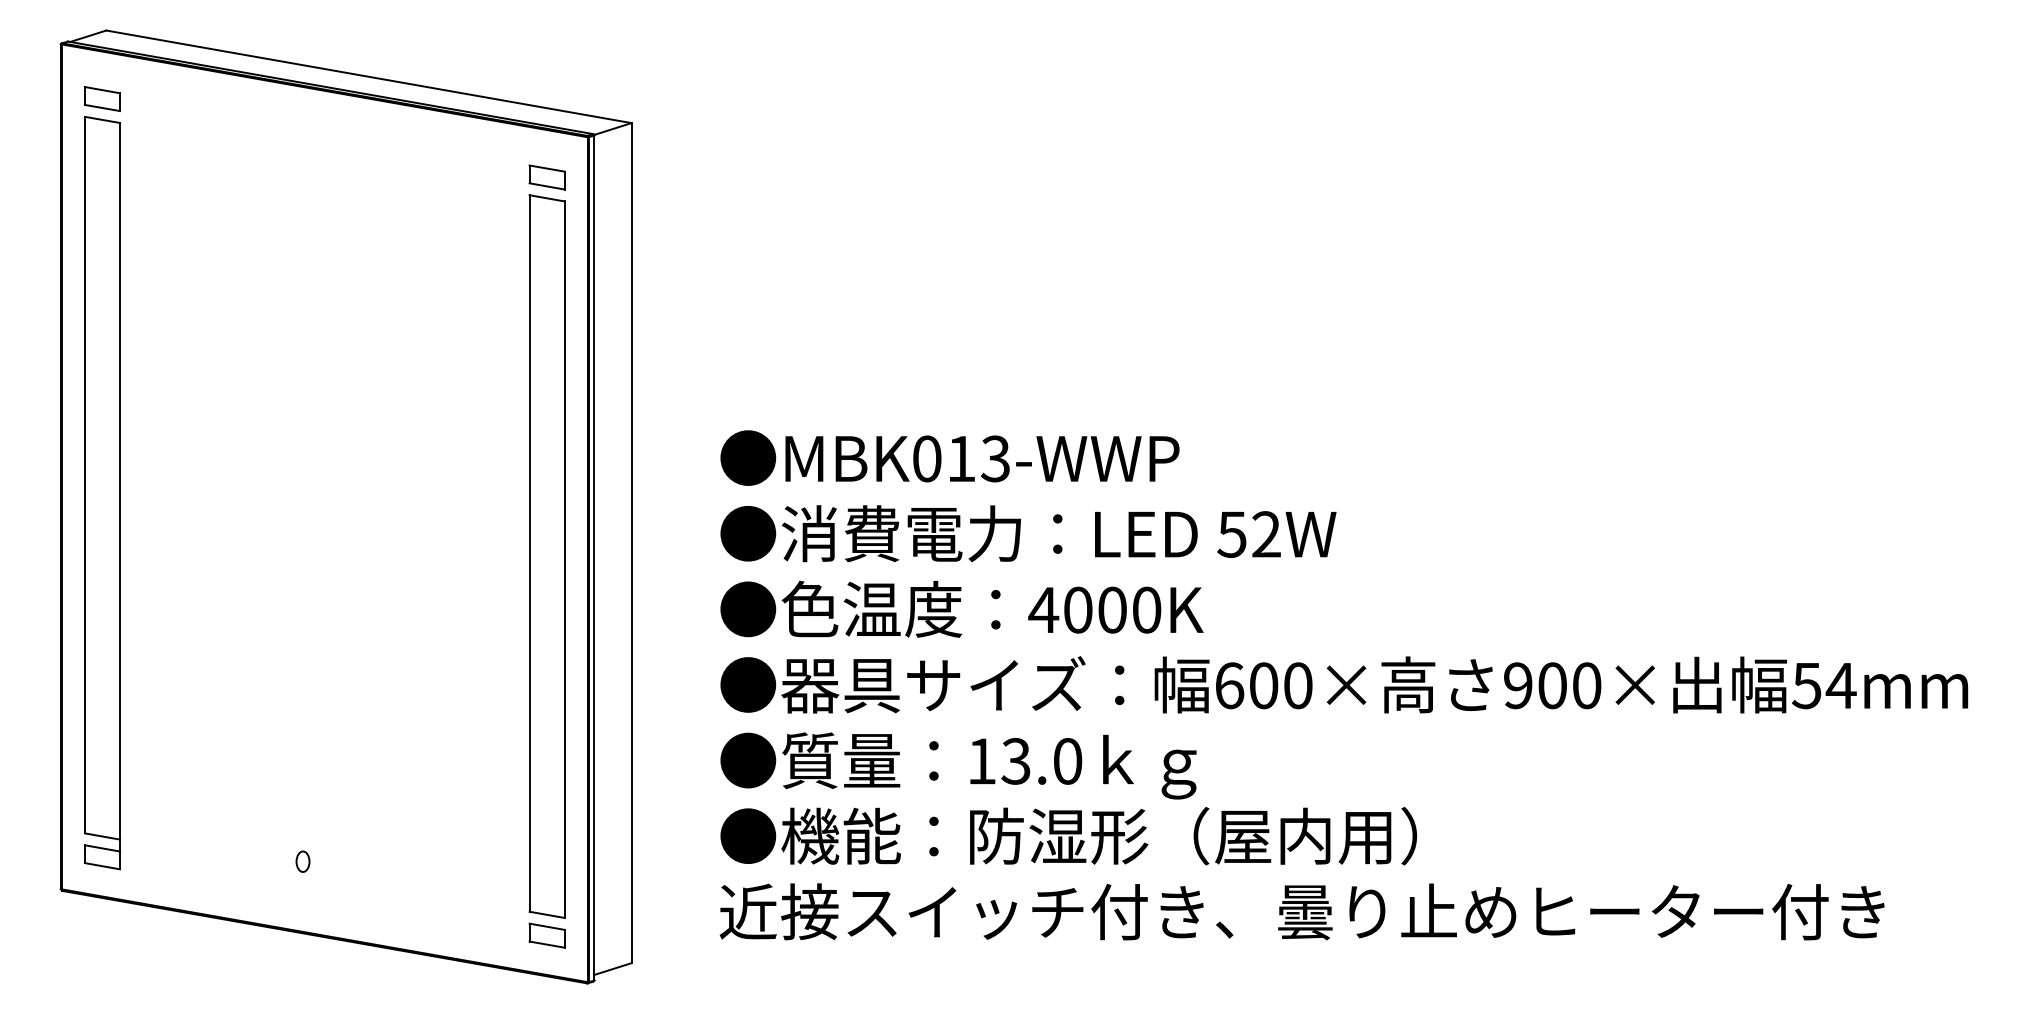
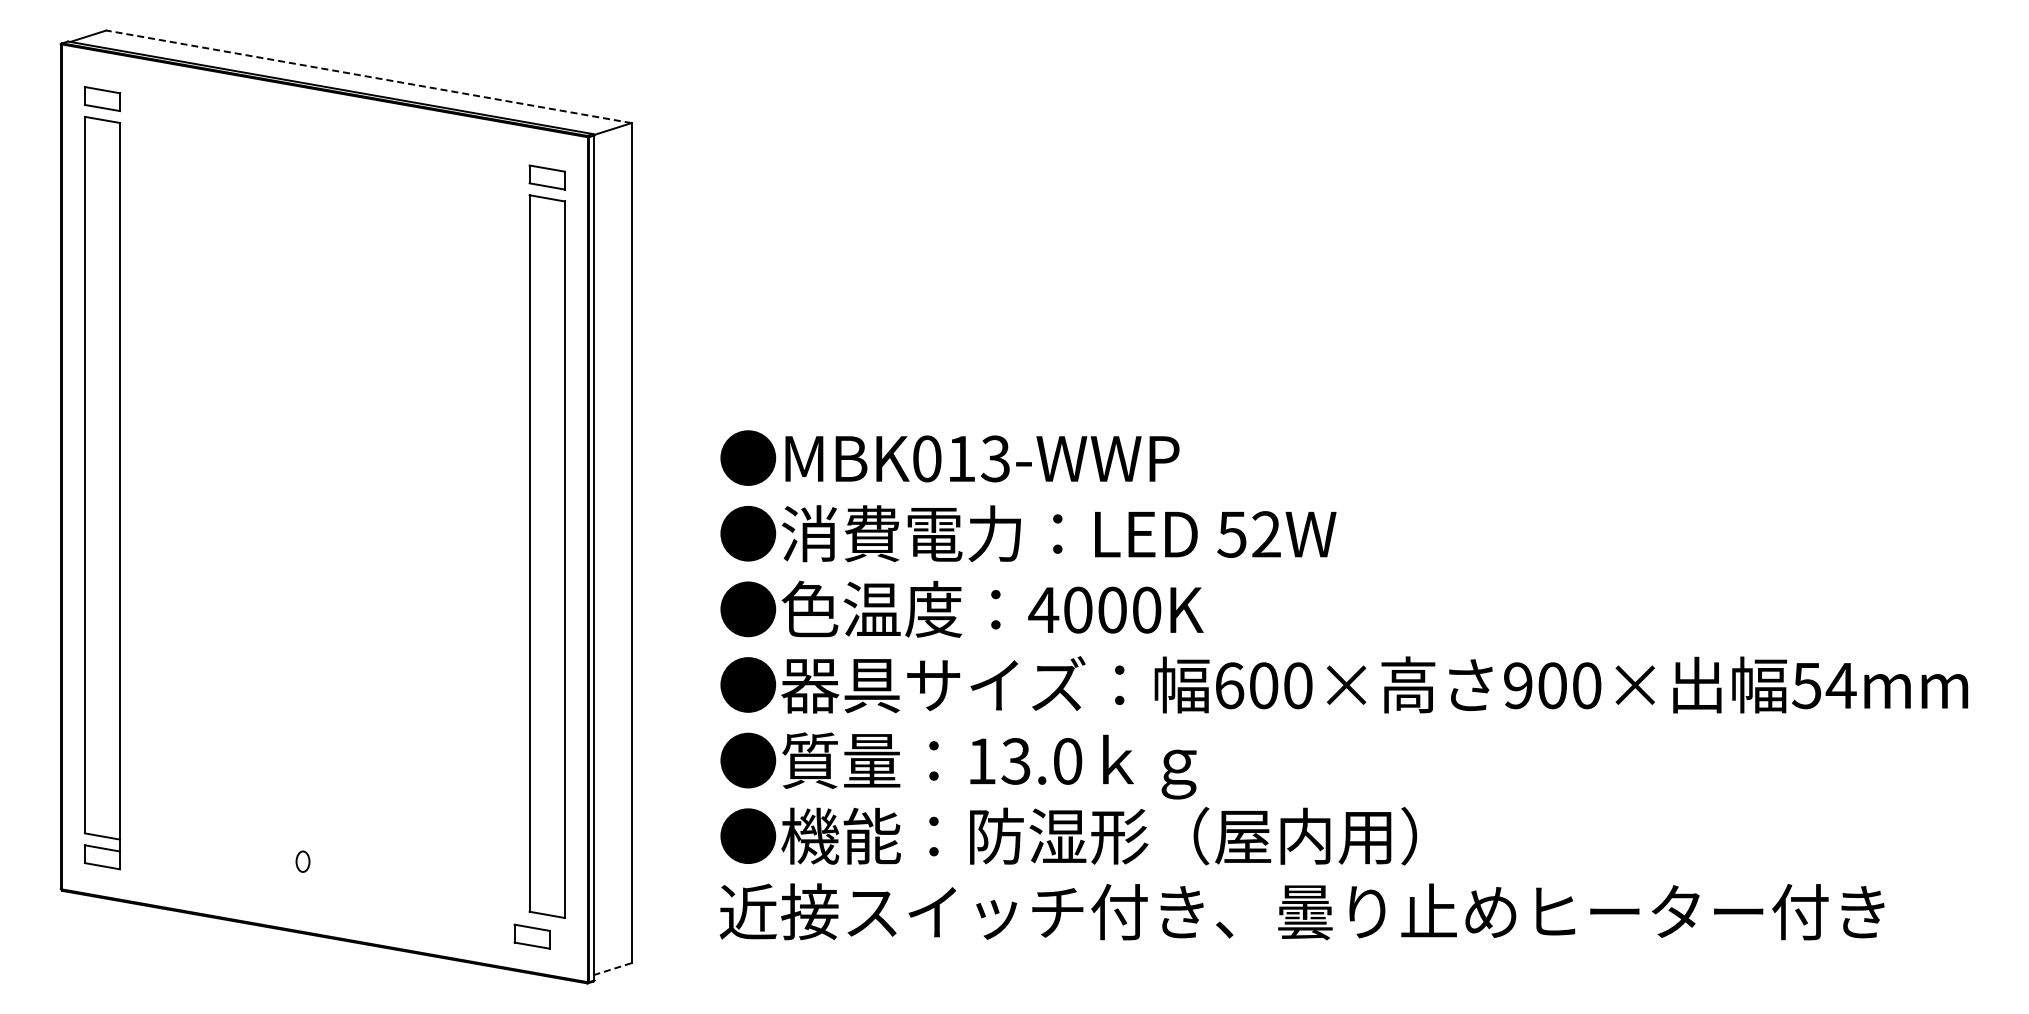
line at (368, 76): solid -> dashed
part at (546, 935) position: (546, 935) -> (531, 936)
line at (613, 969): solid -> dashed
